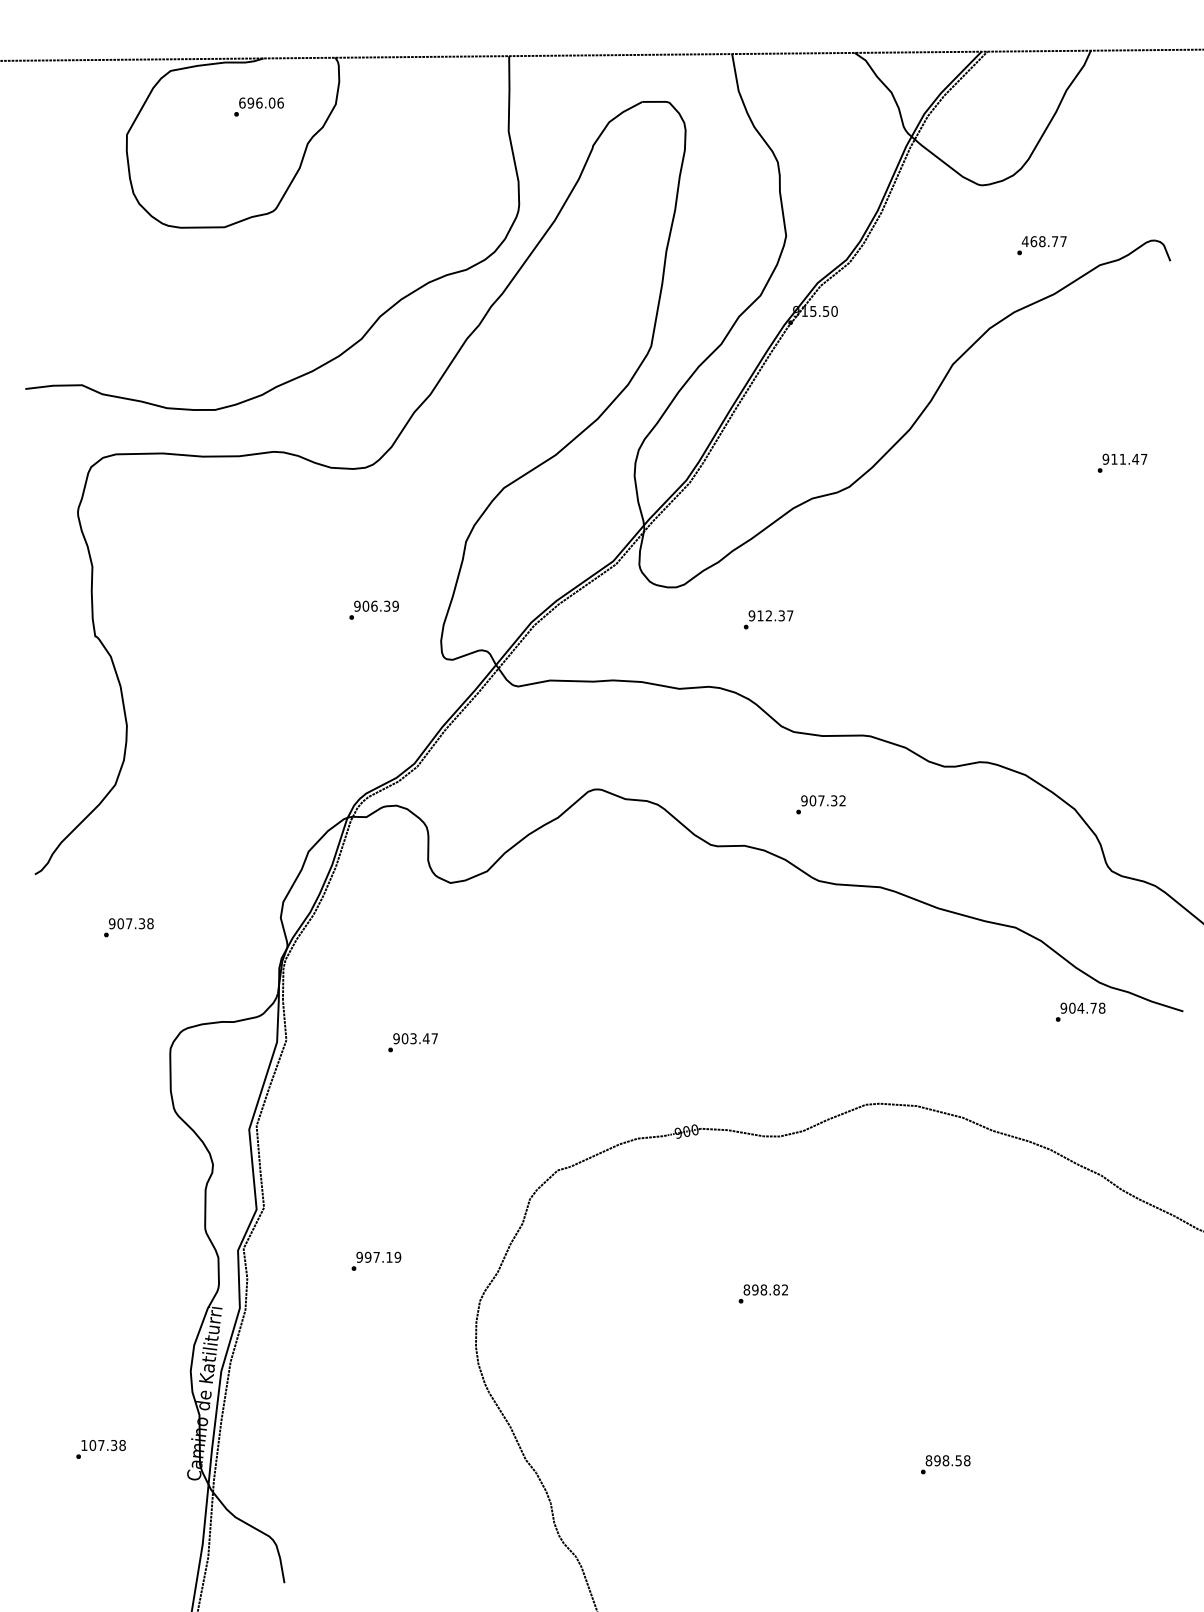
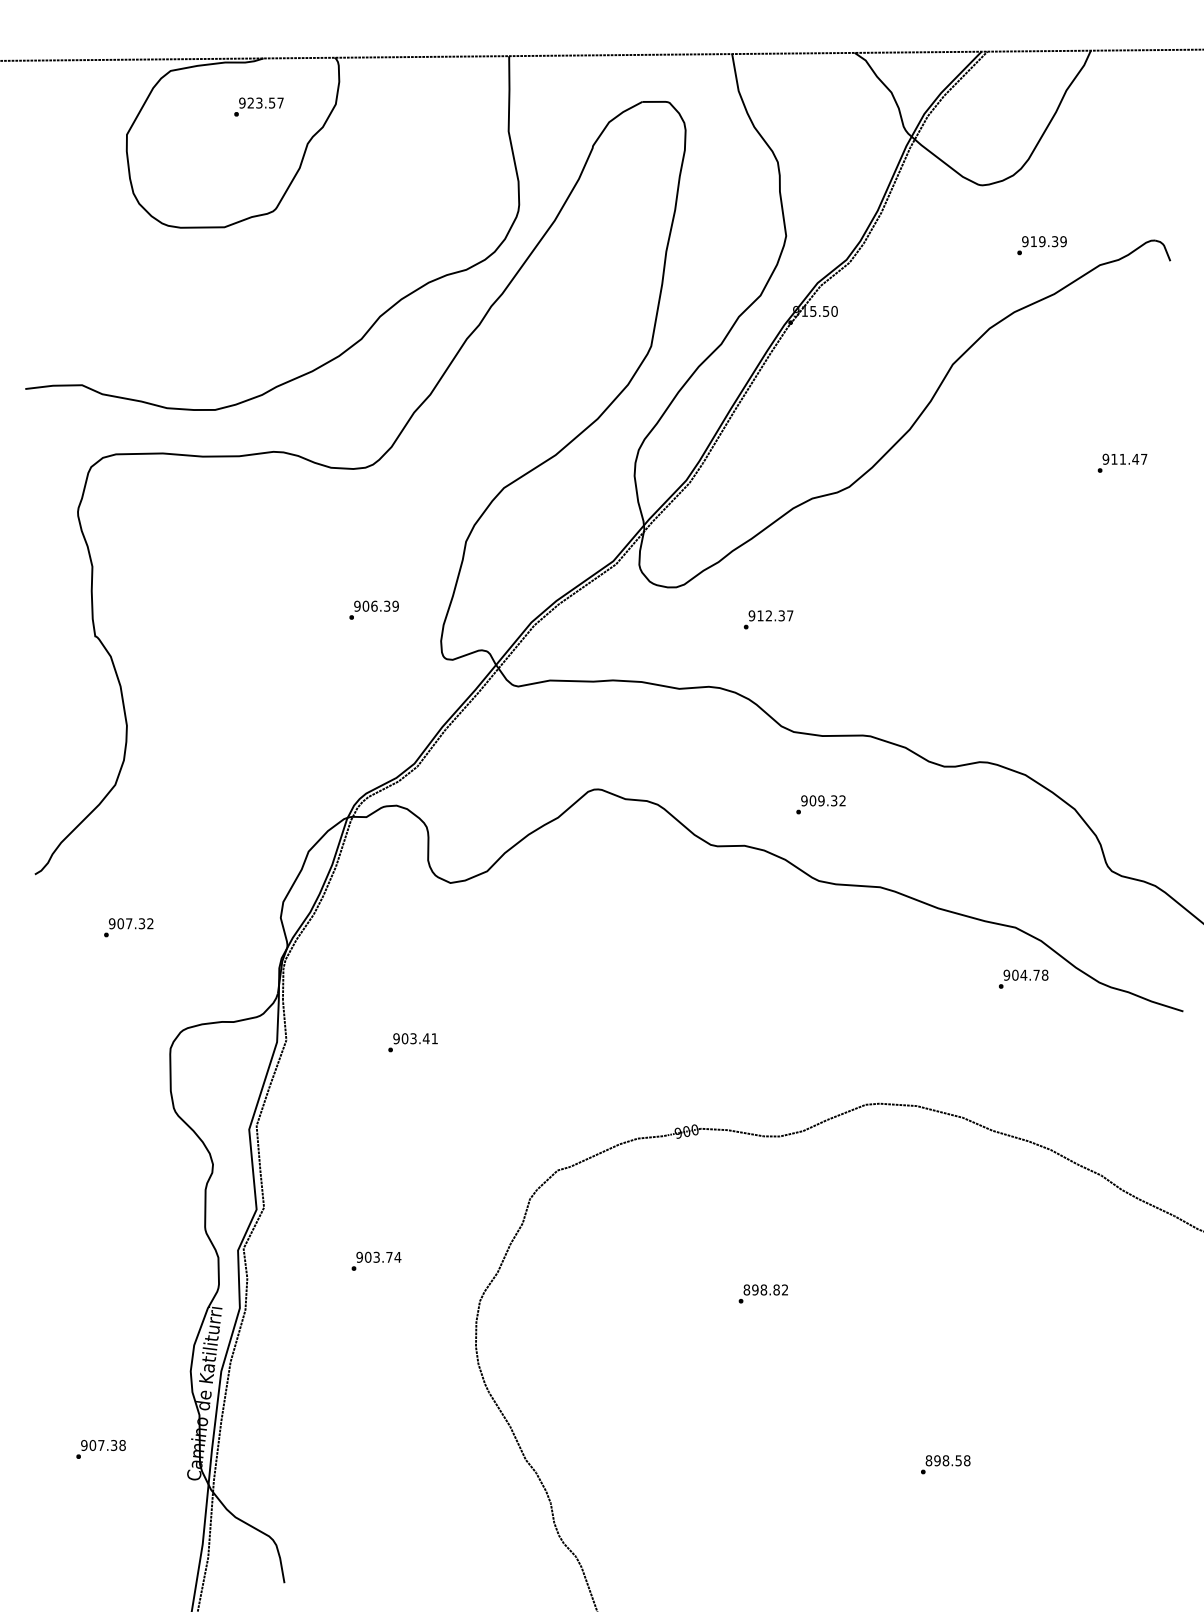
text at (261, 102): 696.06 -> 923.57
text at (1043, 241): 468.77 -> 919.39
text at (821, 800): 907.32 -> 909.32
text at (150, 923): 907.38 -> 907.32
text at (1080, 1011) position: (1080, 1011) -> (1023, 978)
text at (434, 1038): 903.47 -> 903.41
text at (382, 1256): 997.19 -> 903.74
text at (84, 1445): 107.38 -> 907.38
